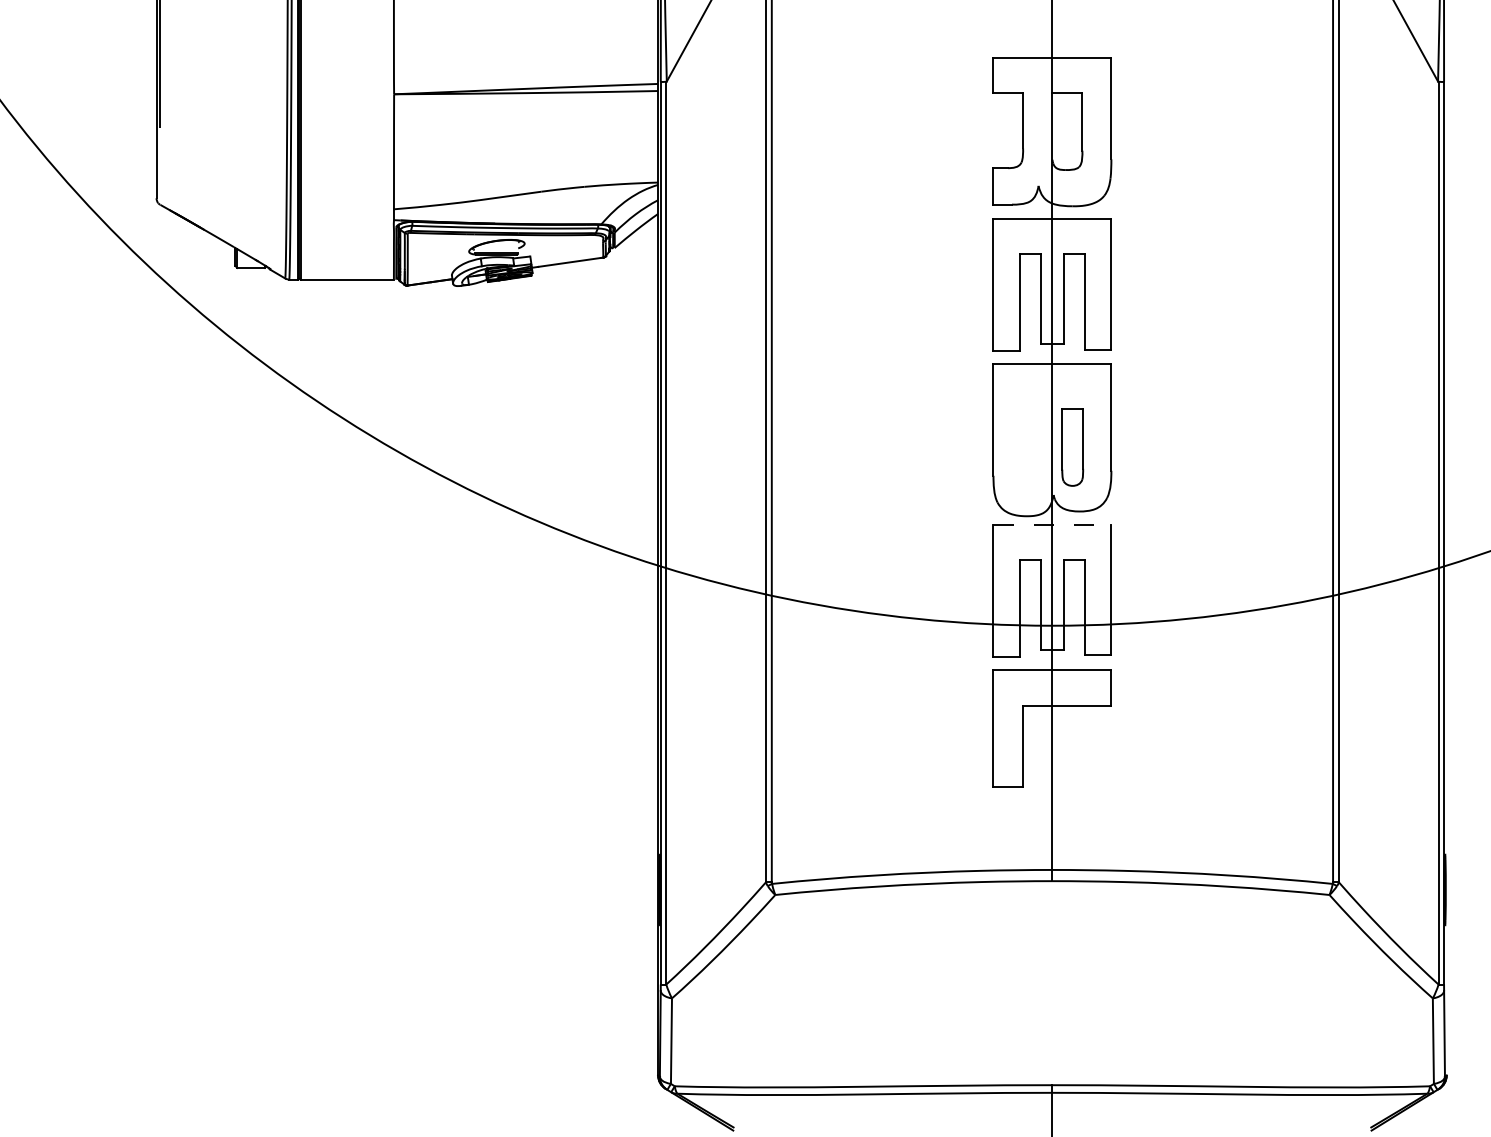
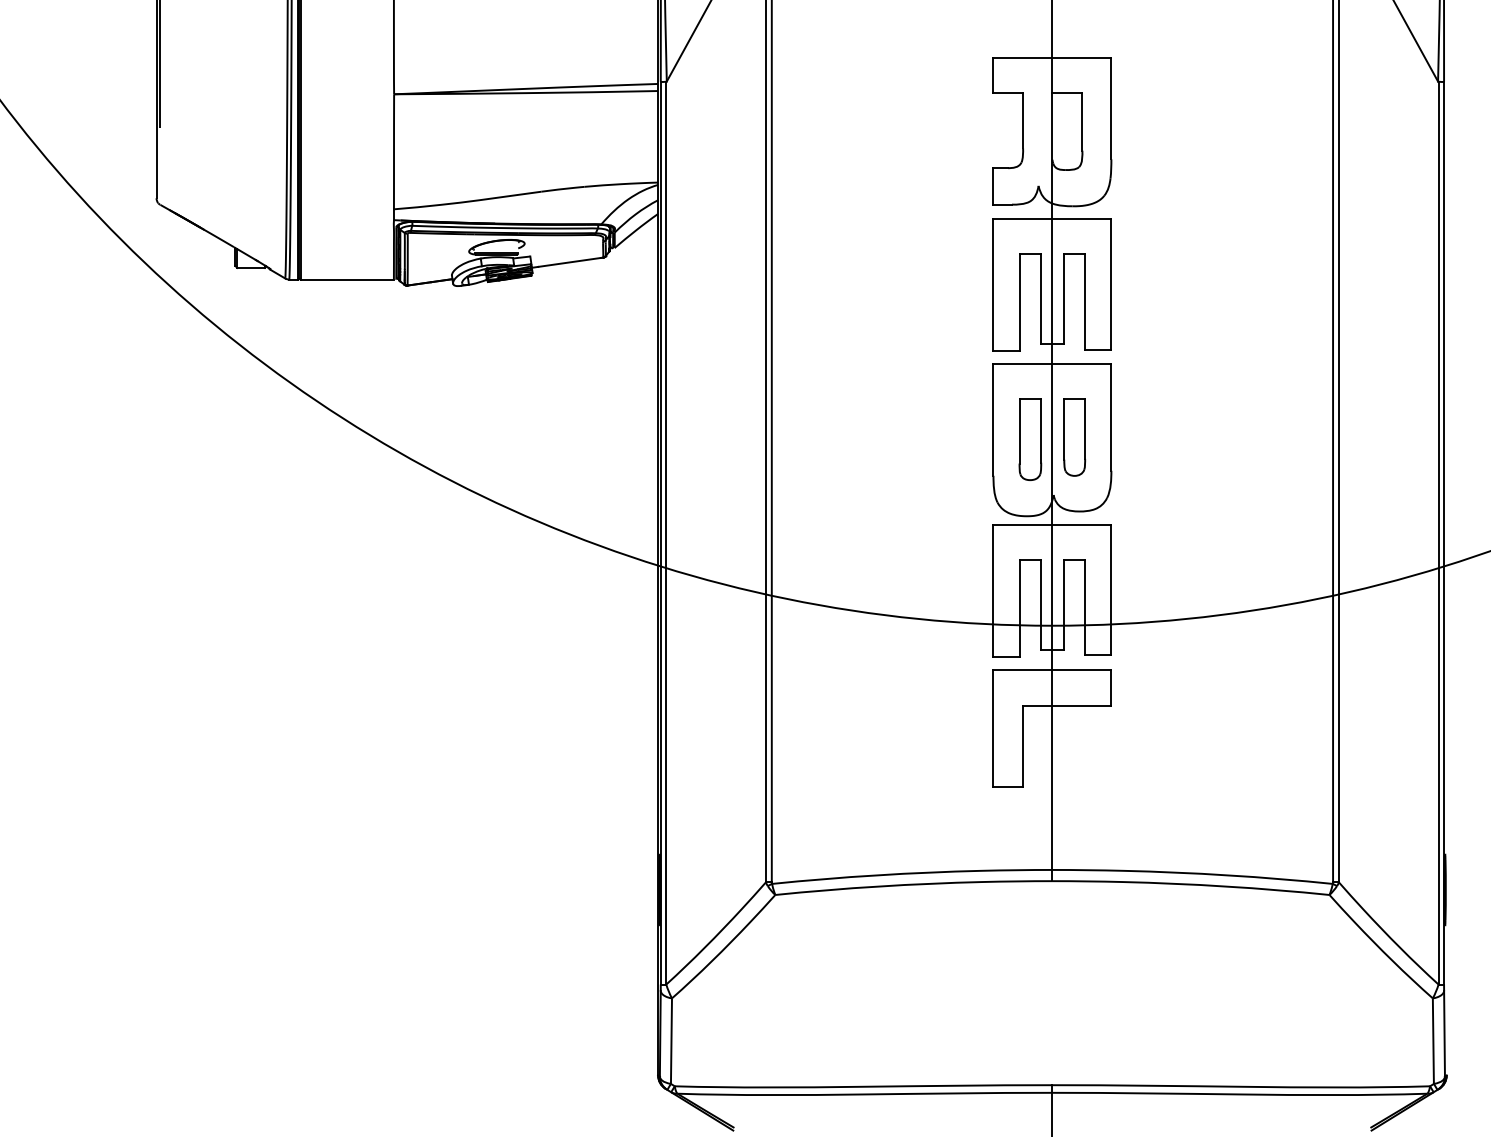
part at (1030, 439): none -> present
part at (1072, 447) position: (1072, 447) -> (1074, 437)
line at (1052, 524): dashed -> solid
